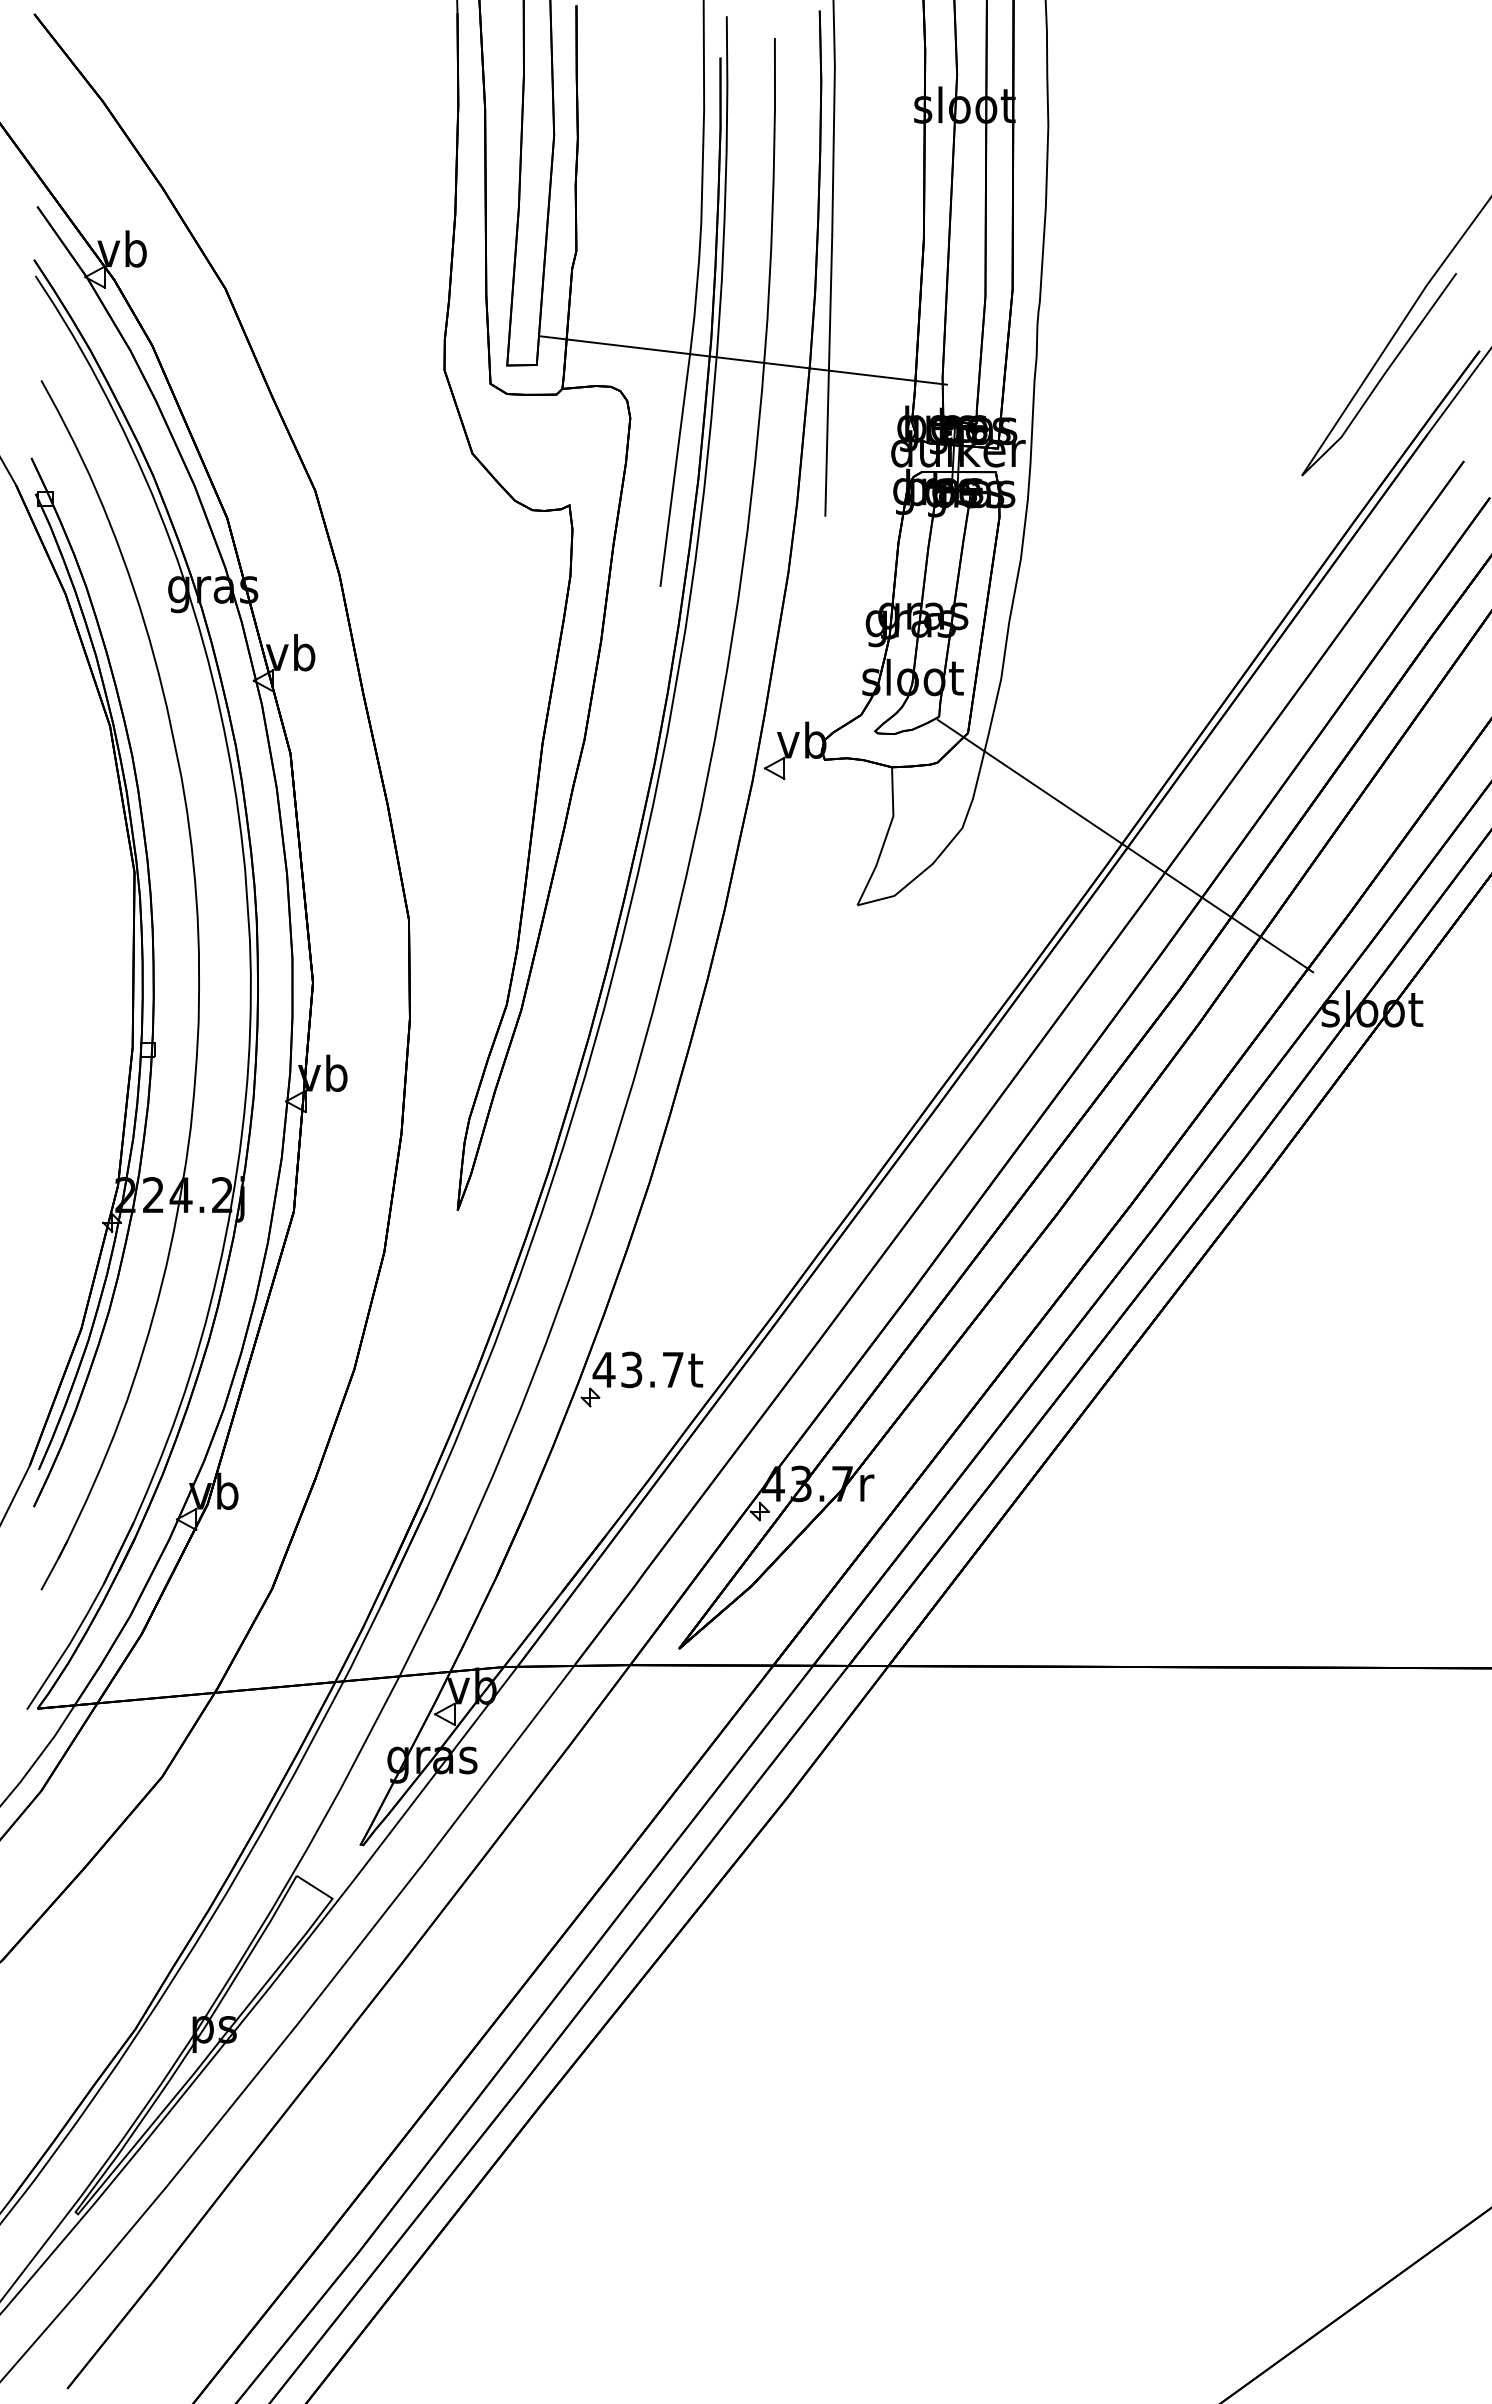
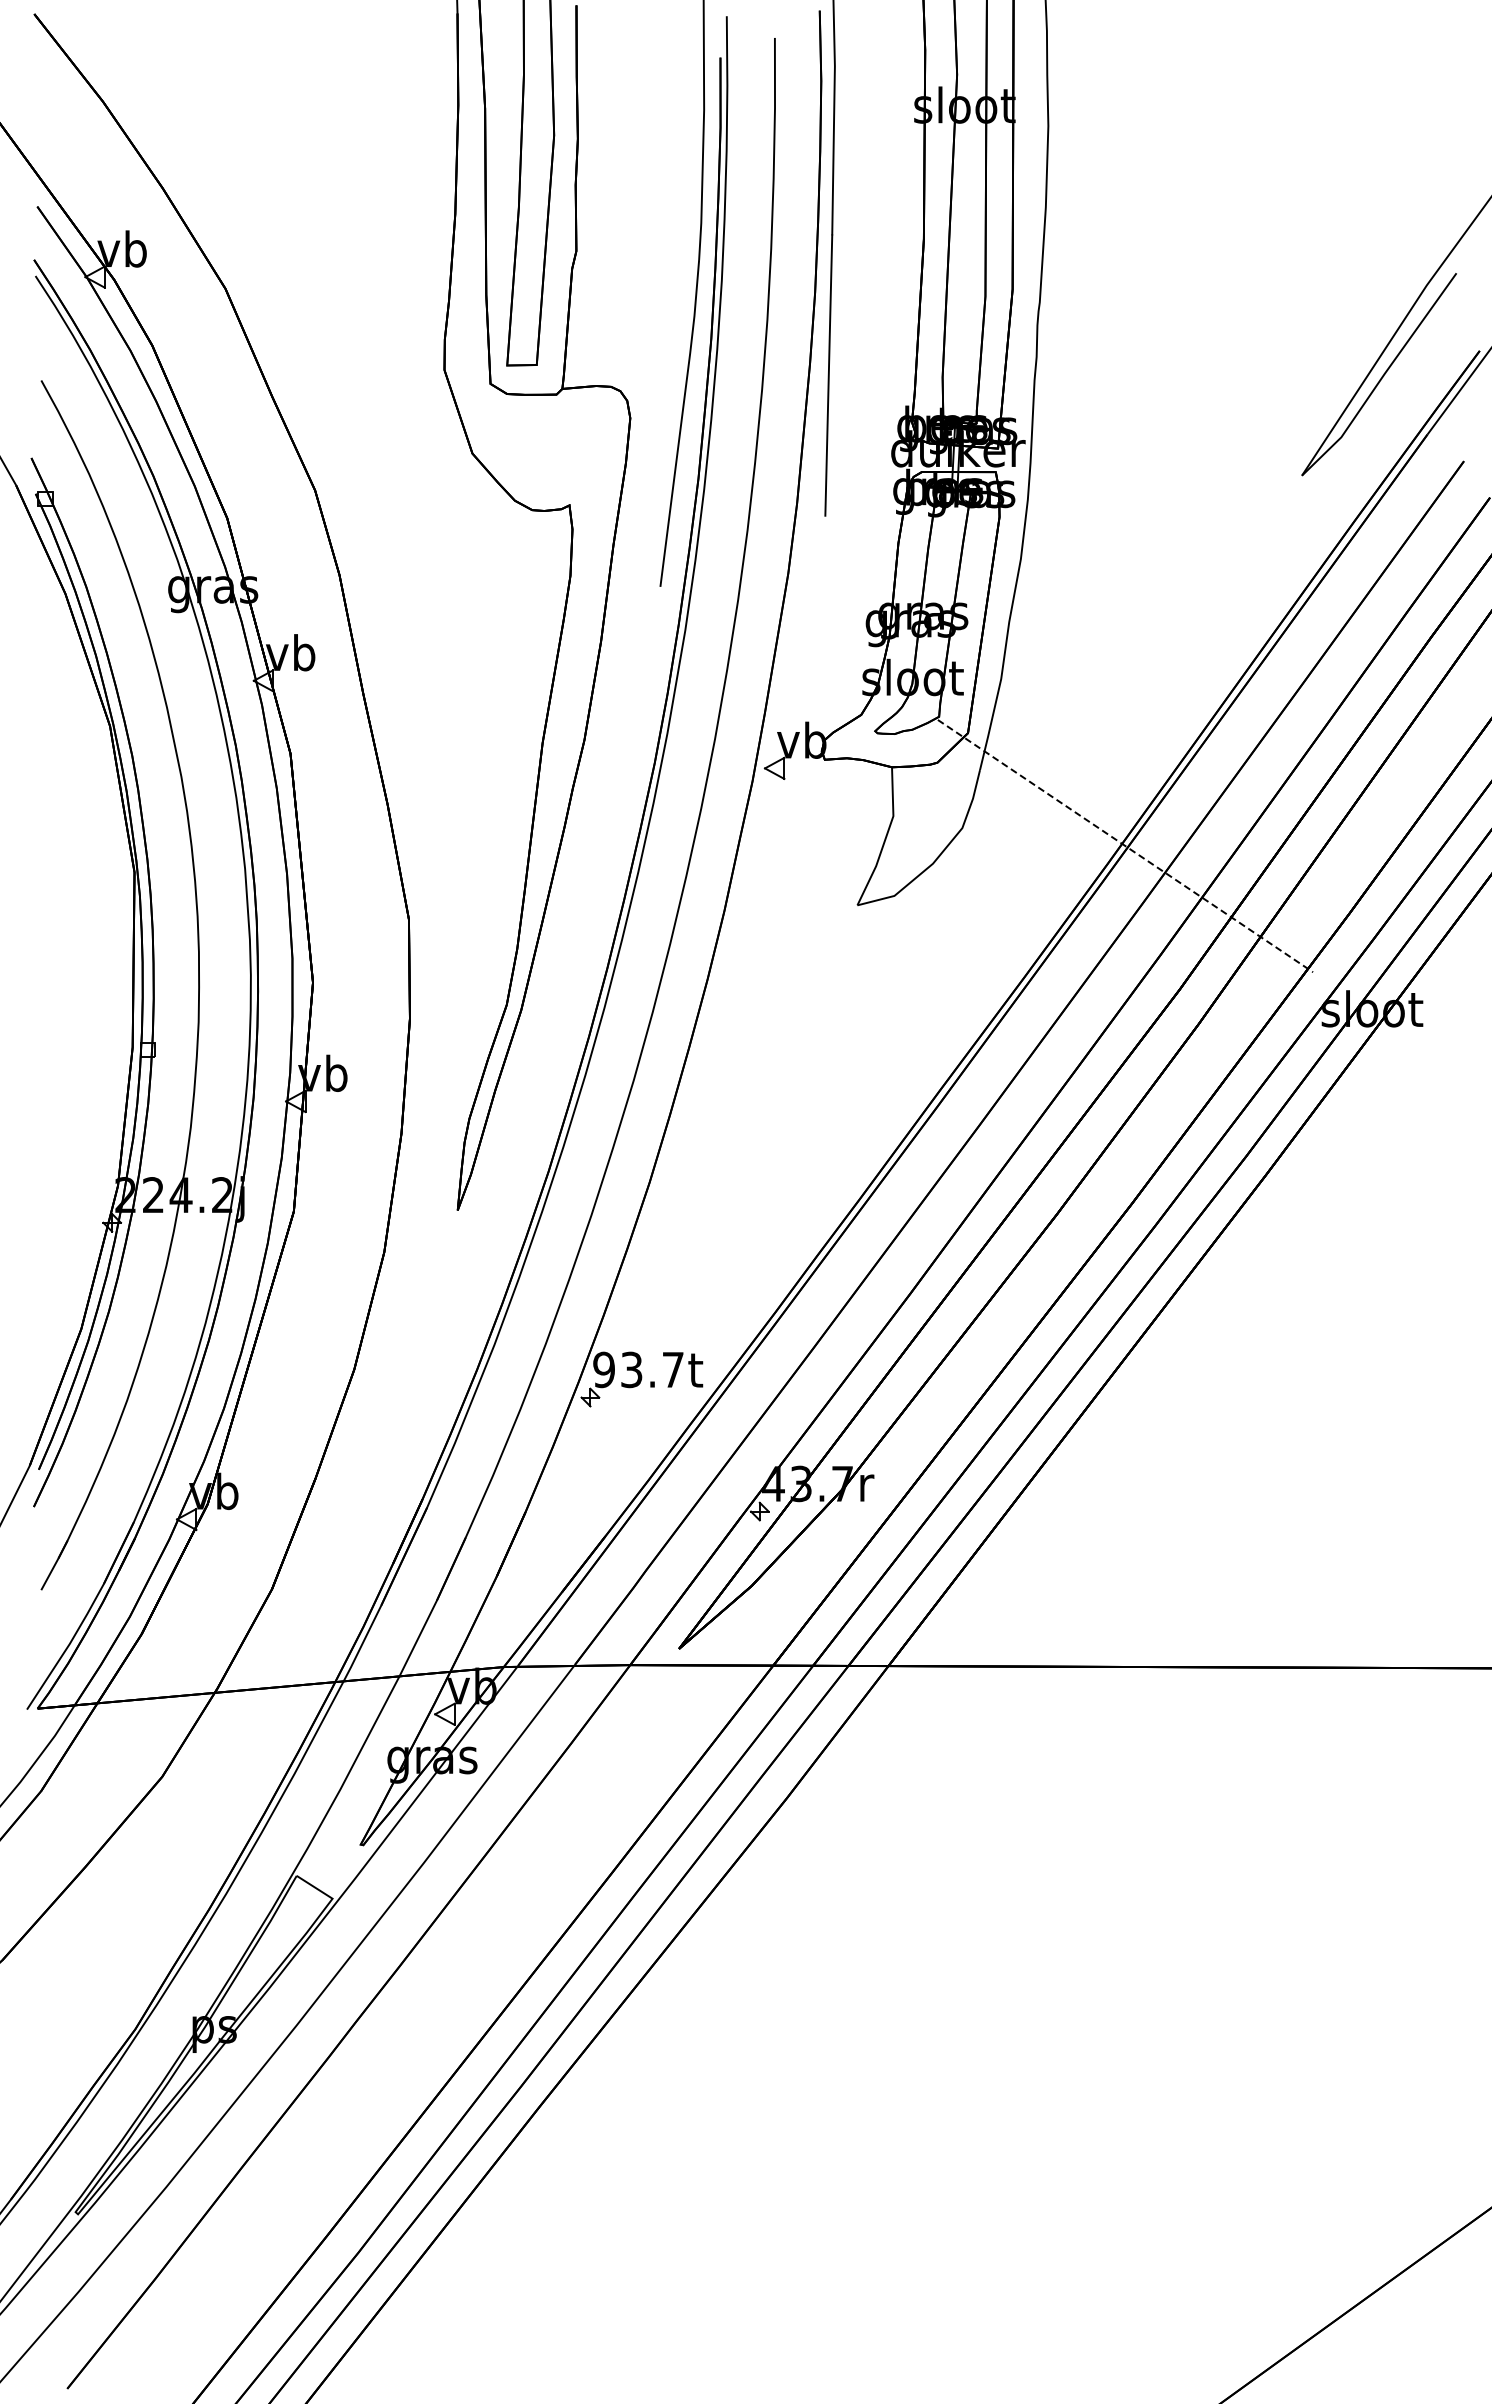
line at (743, 360): present -> none
line at (1125, 846): solid -> dashed
text at (603, 1369): 43.7t -> 93.7t
